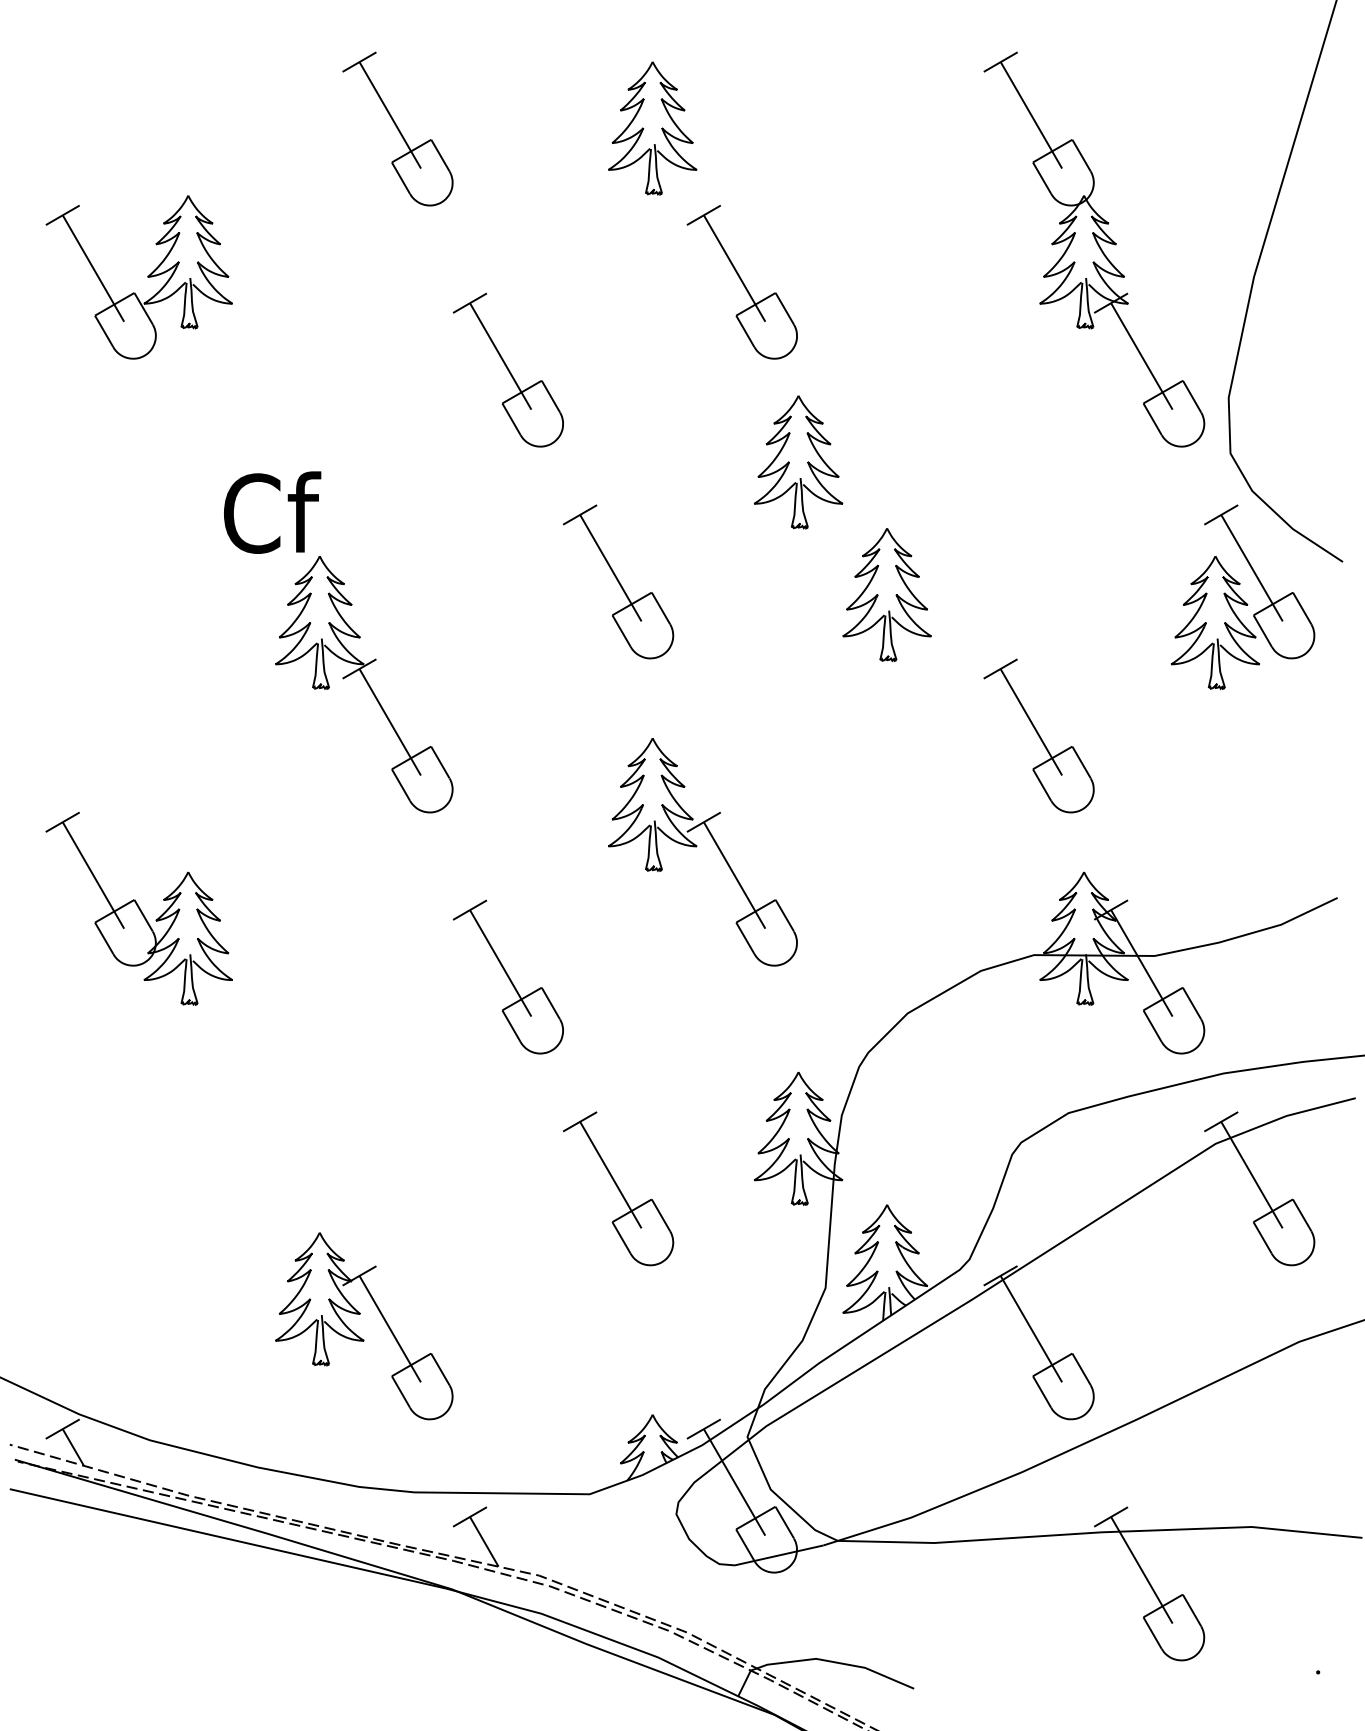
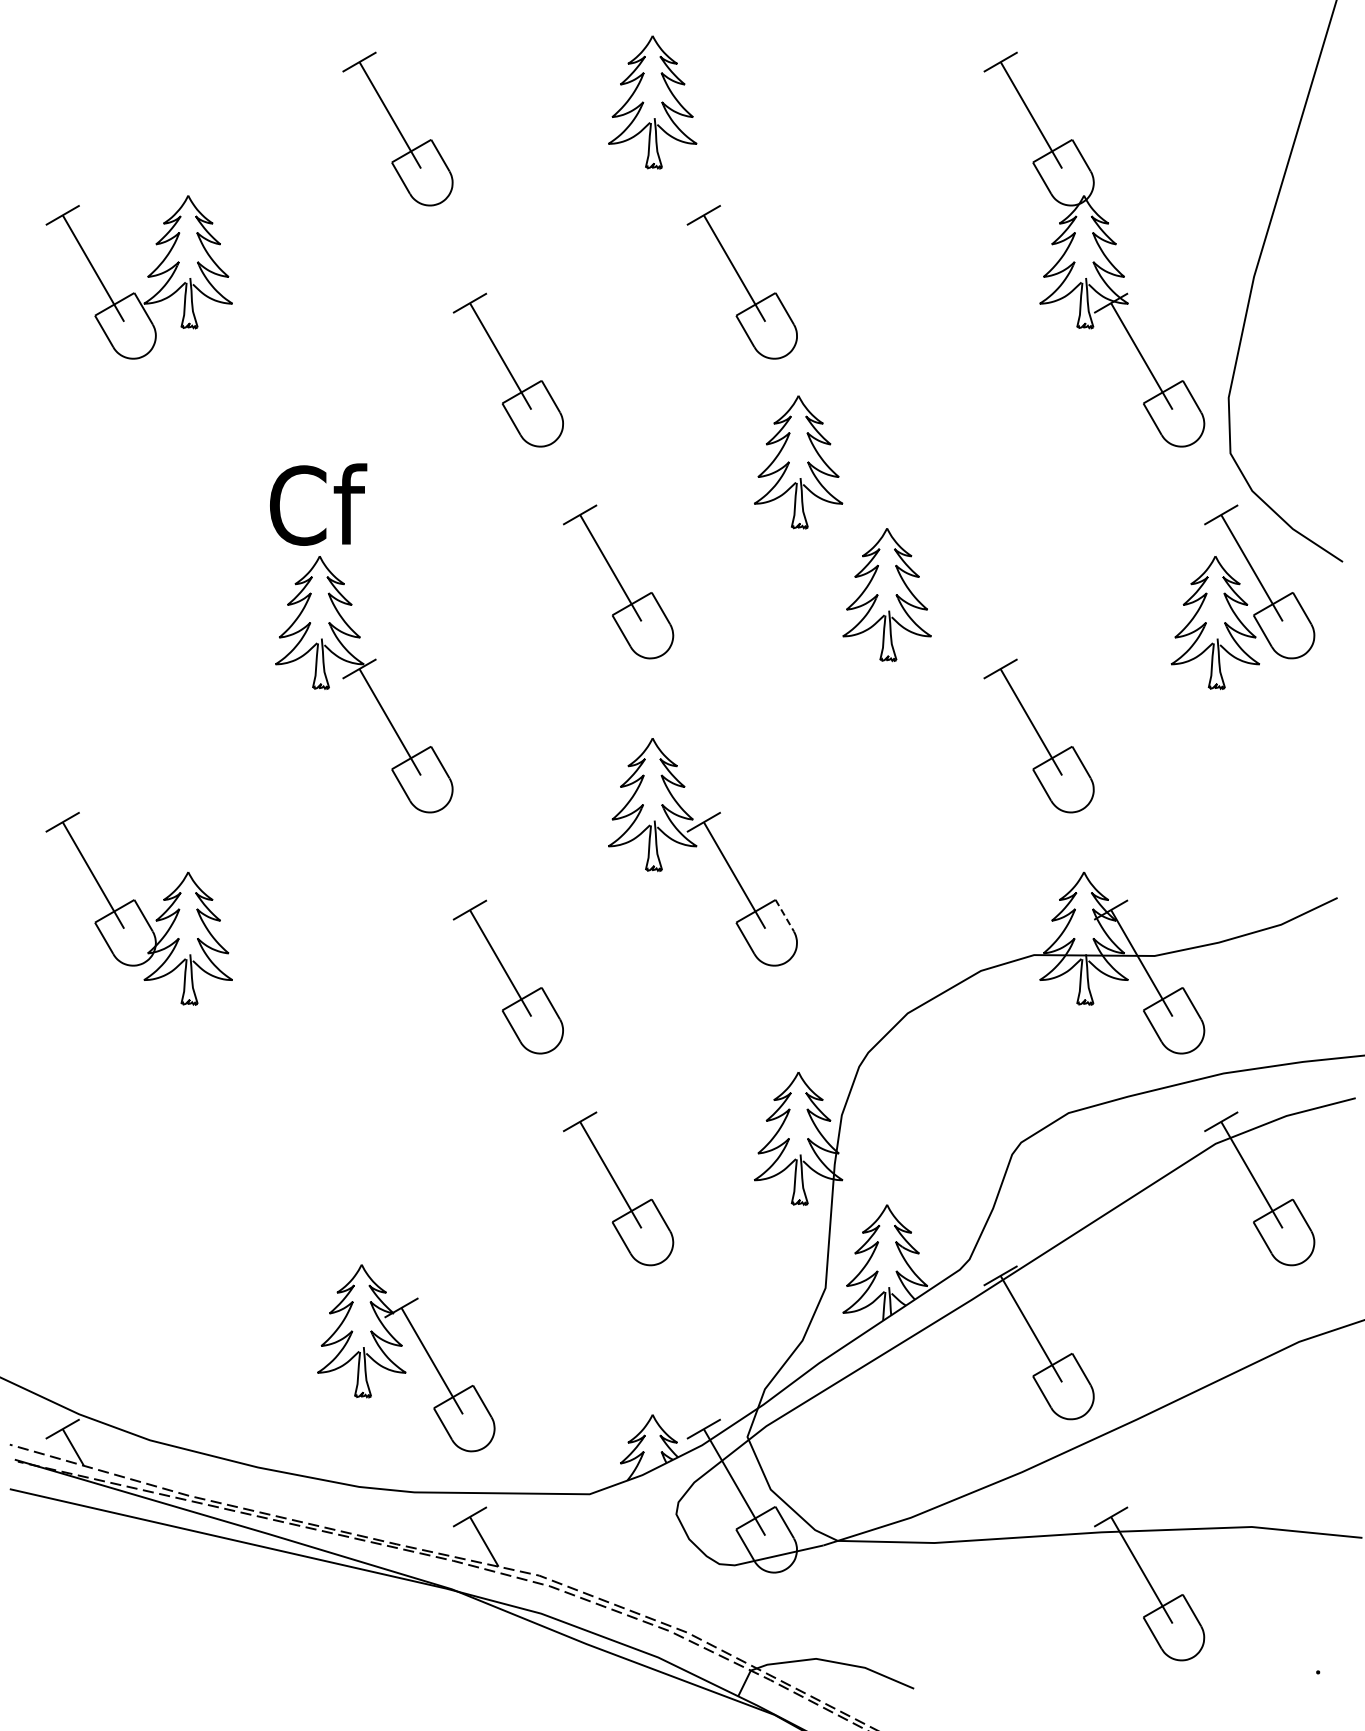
part at (652, 128) position: (652, 128) -> (652, 102)
text at (272, 512) position: (272, 512) -> (318, 504)
line at (785, 916): solid -> dashed
part at (358, 1335) position: (358, 1335) -> (400, 1367)
